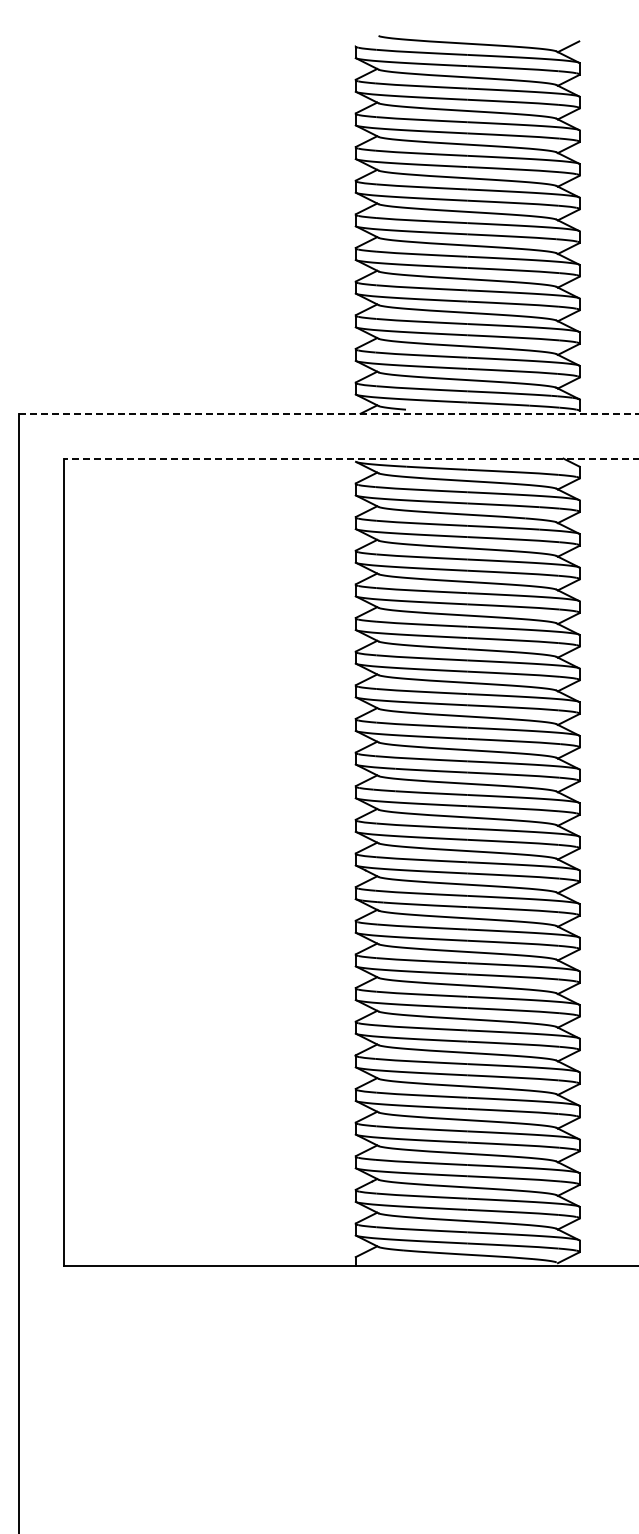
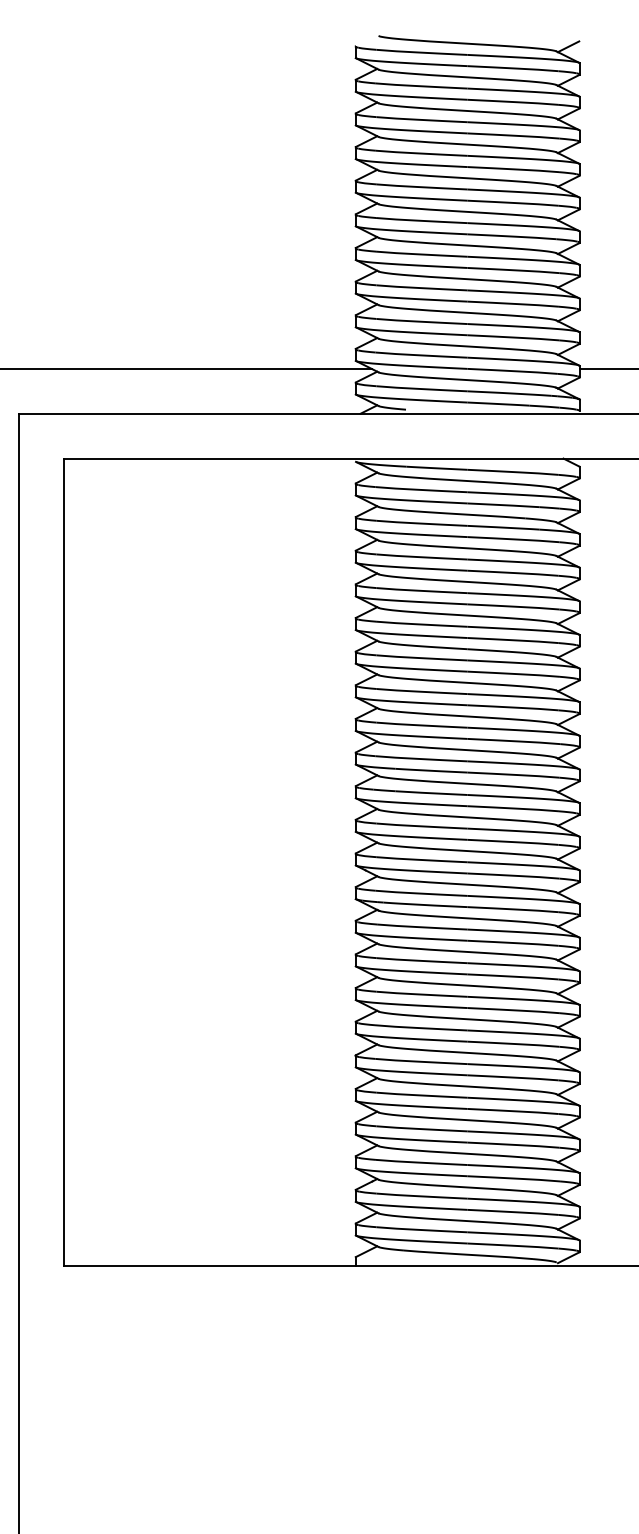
line at (186, 368): none -> present
line at (607, 368): none -> present
line at (328, 413): dashed -> solid
line at (350, 458): dashed -> solid
